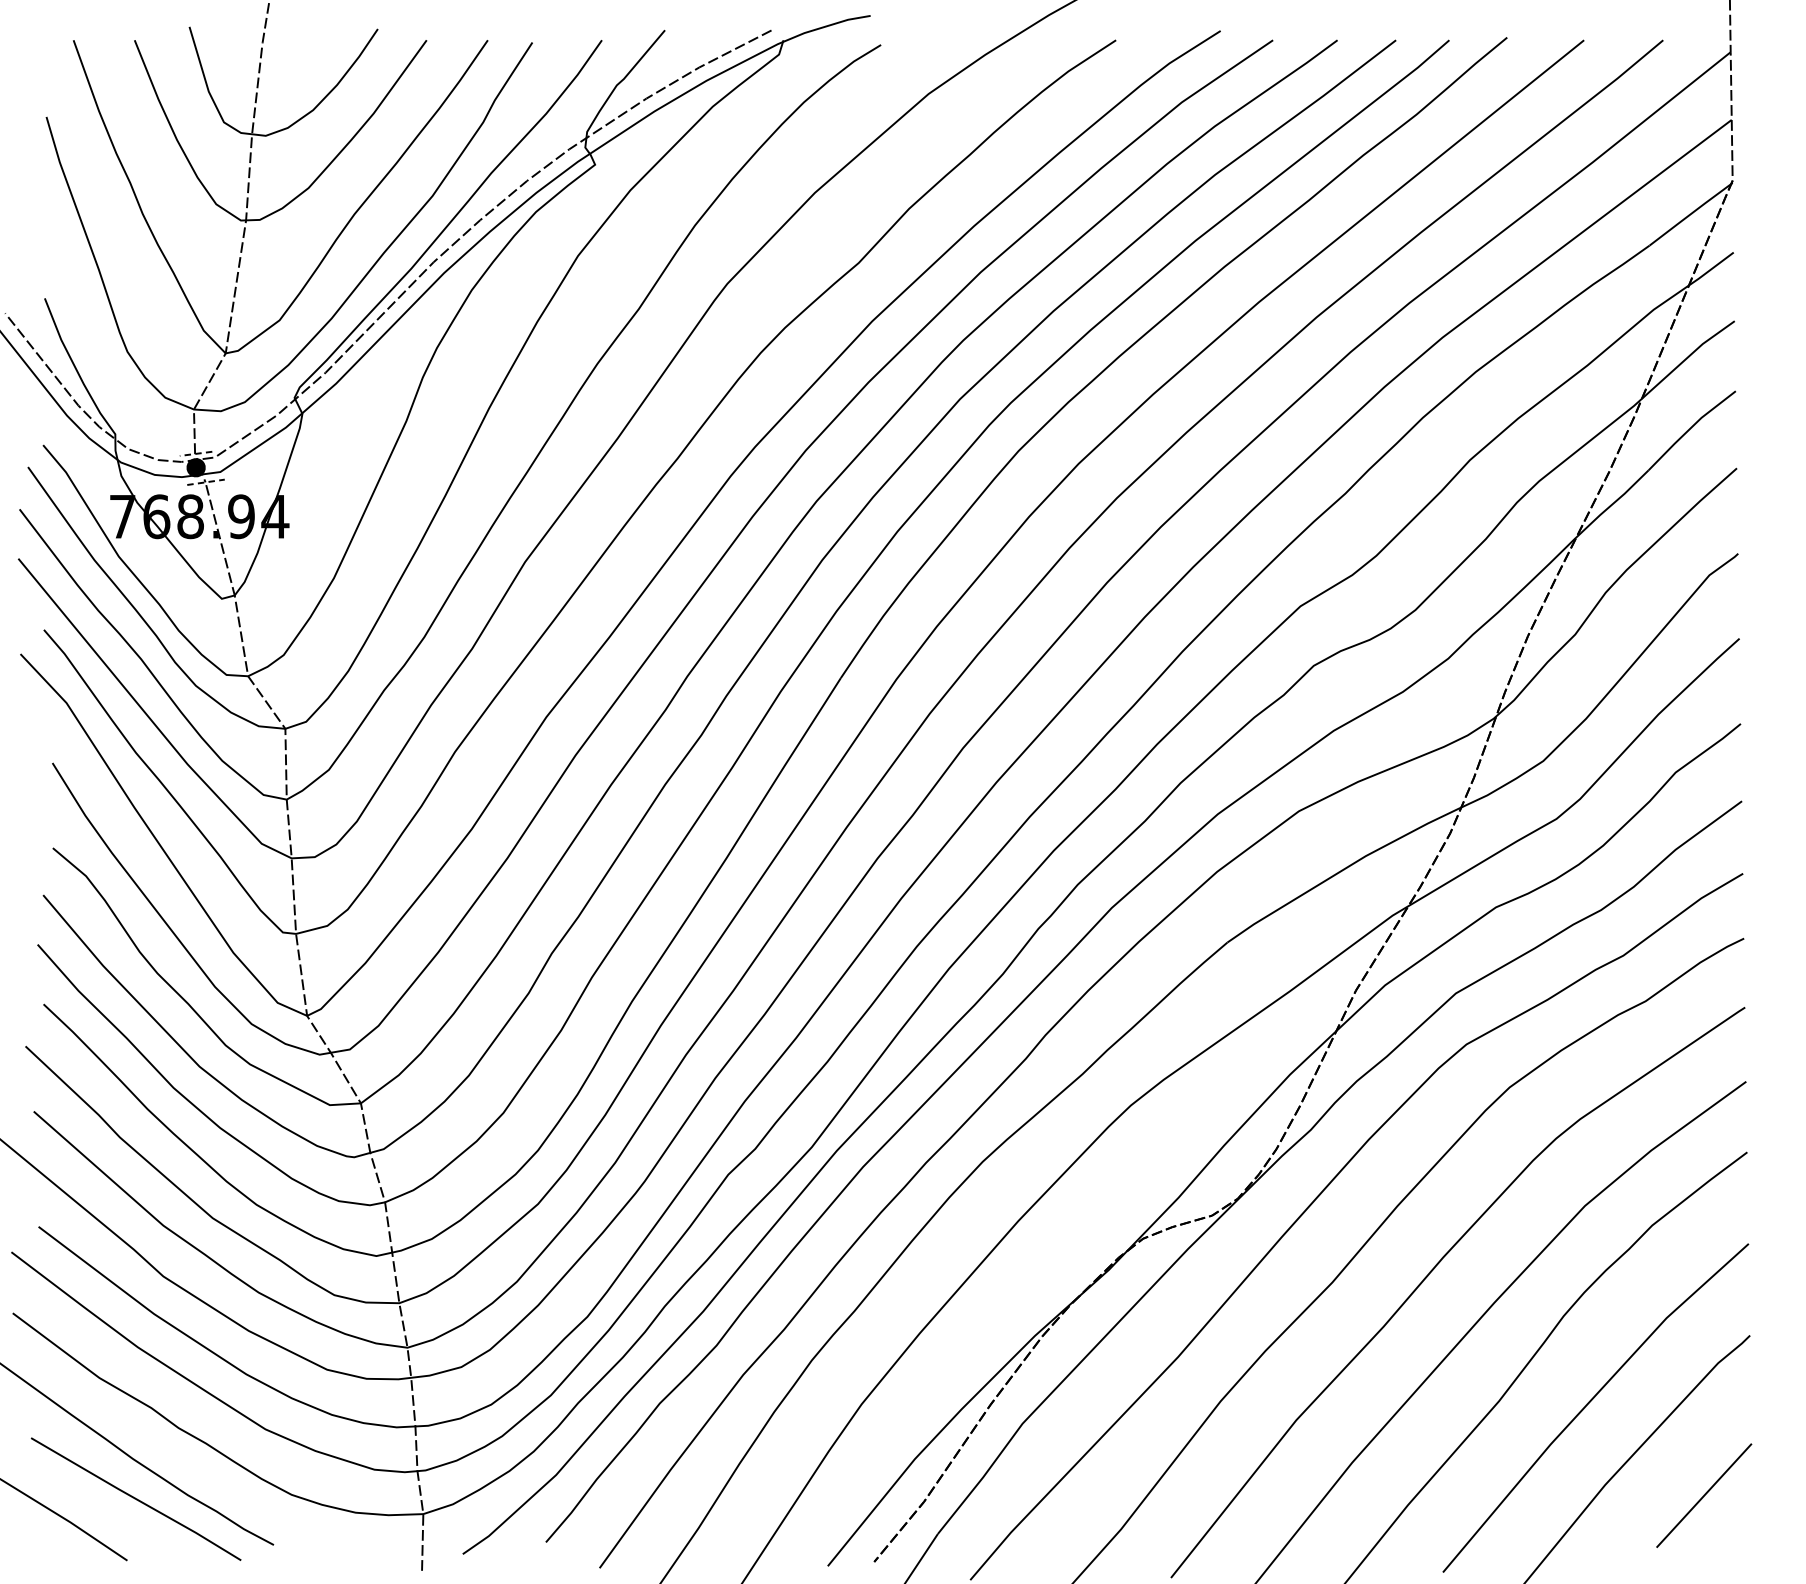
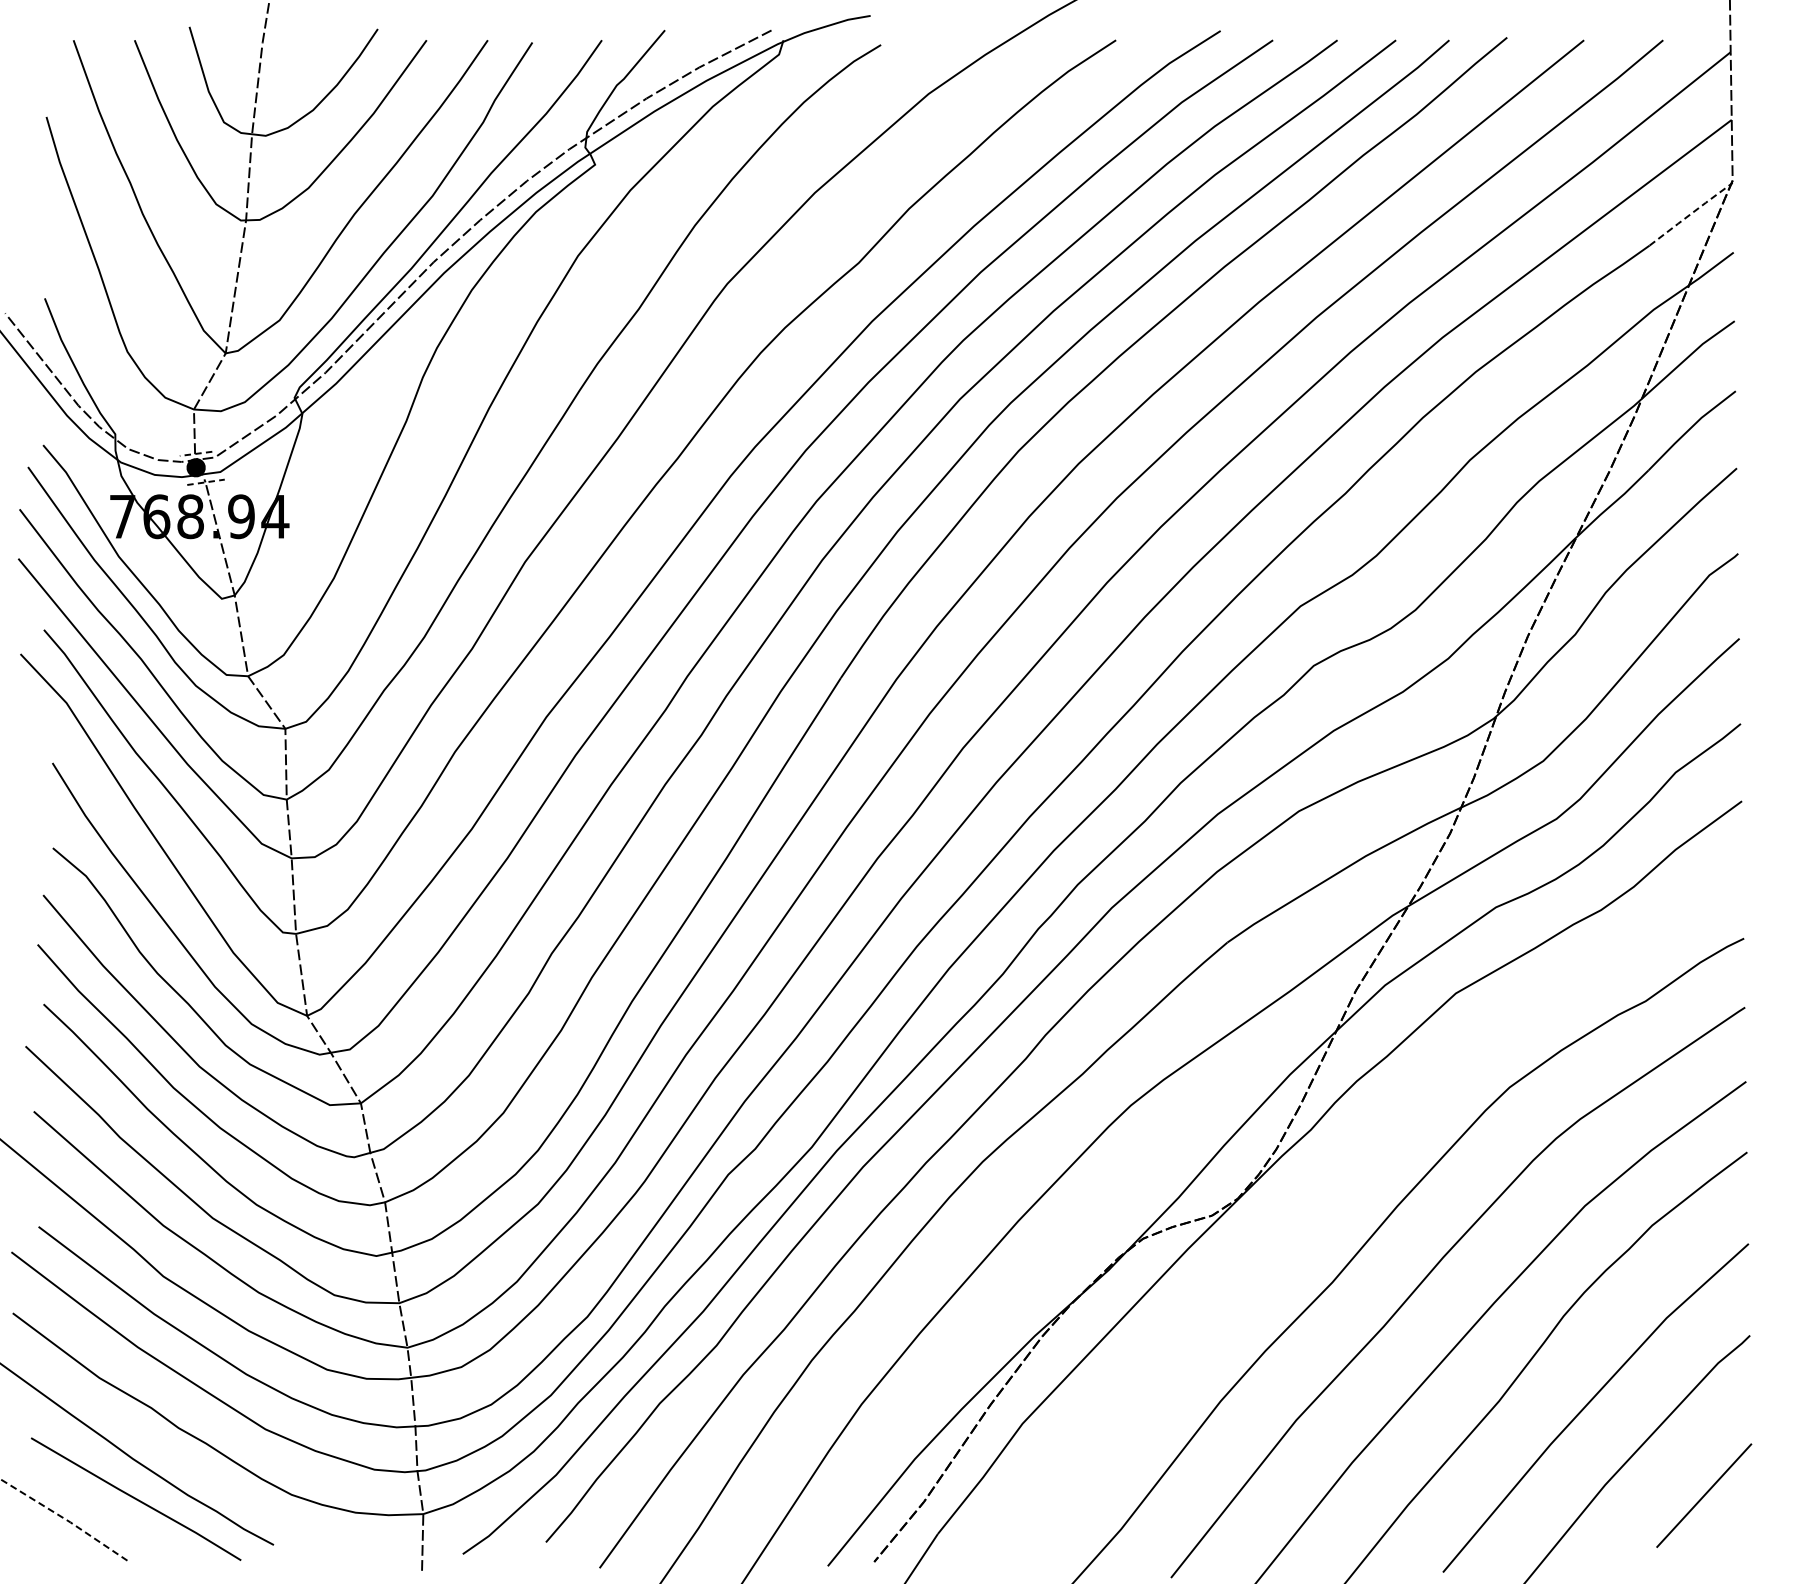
line at (1690, 214): solid -> dashed
curve at (1322, 1193): present -> none
line at (64, 1518): solid -> dashed
